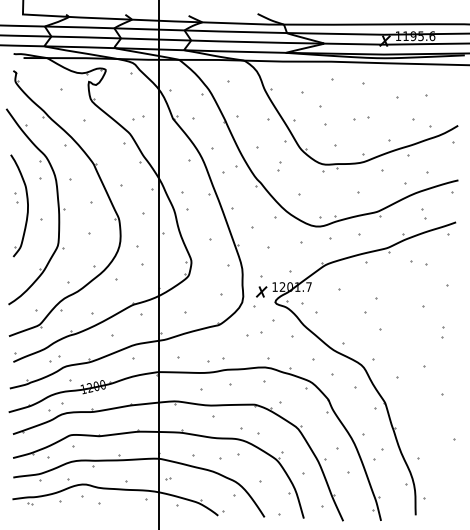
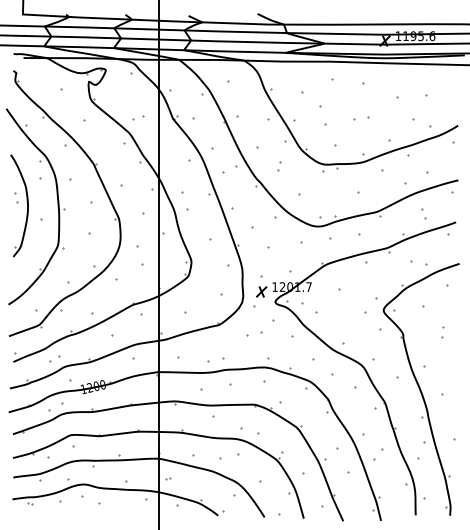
part at (420, 389): none -> present
